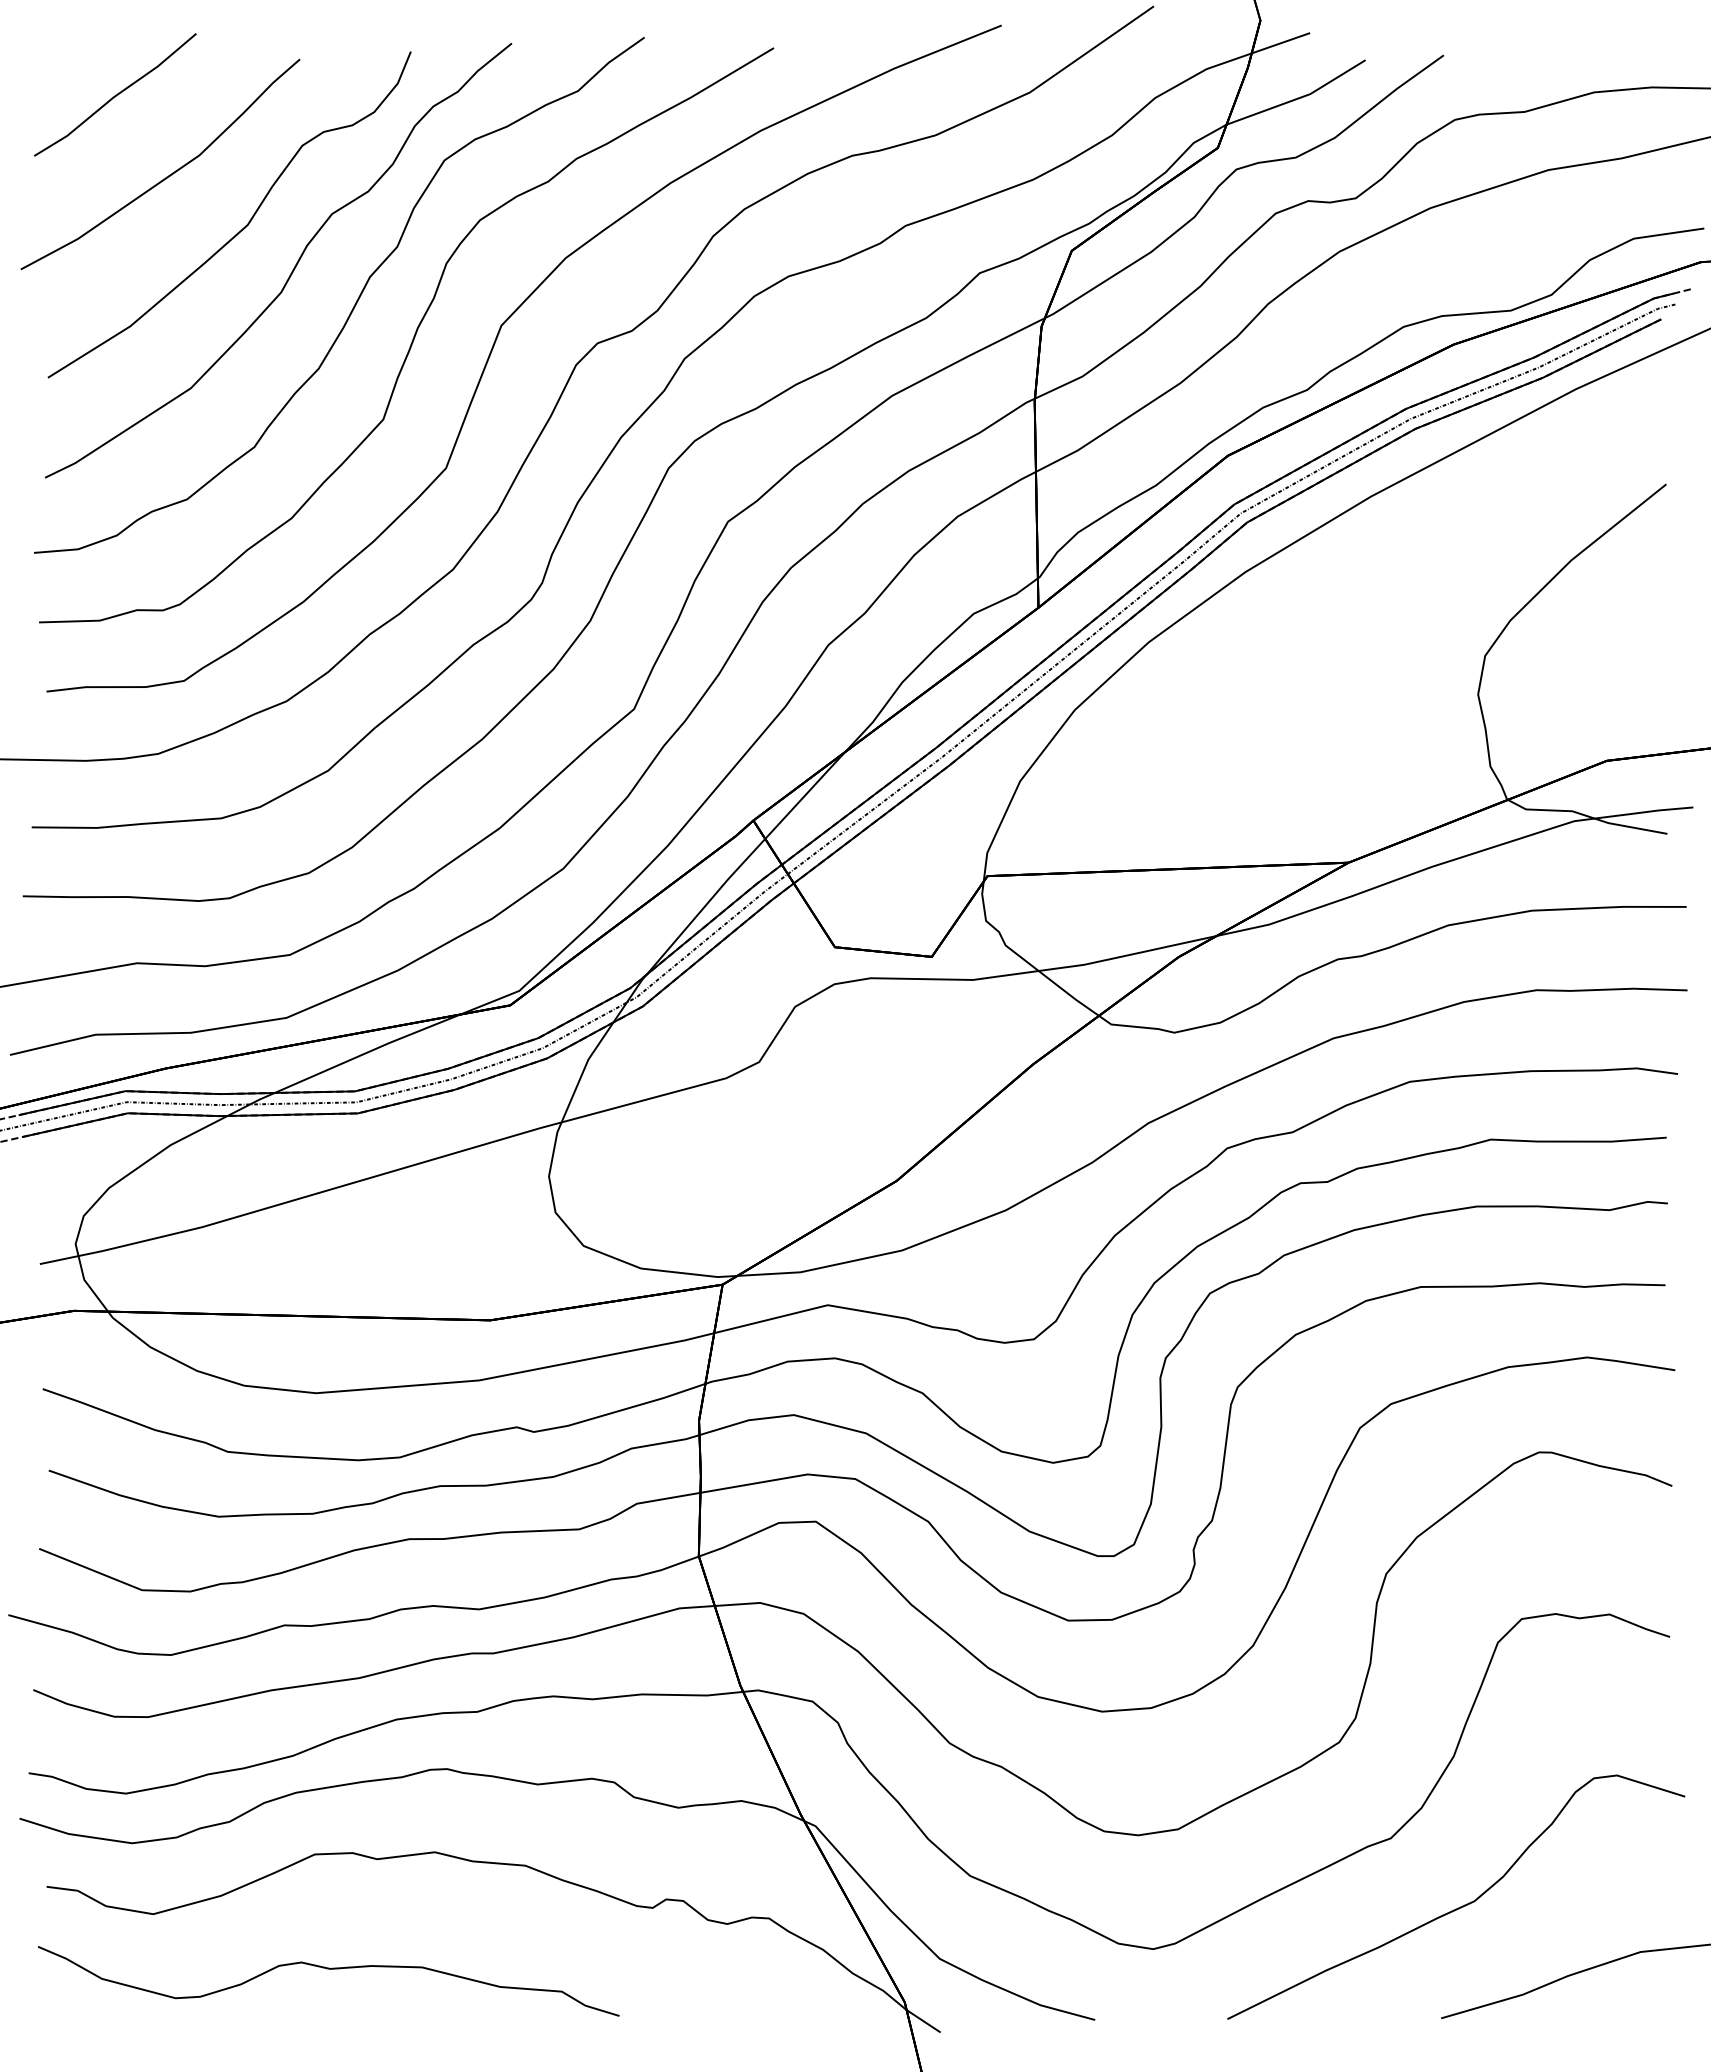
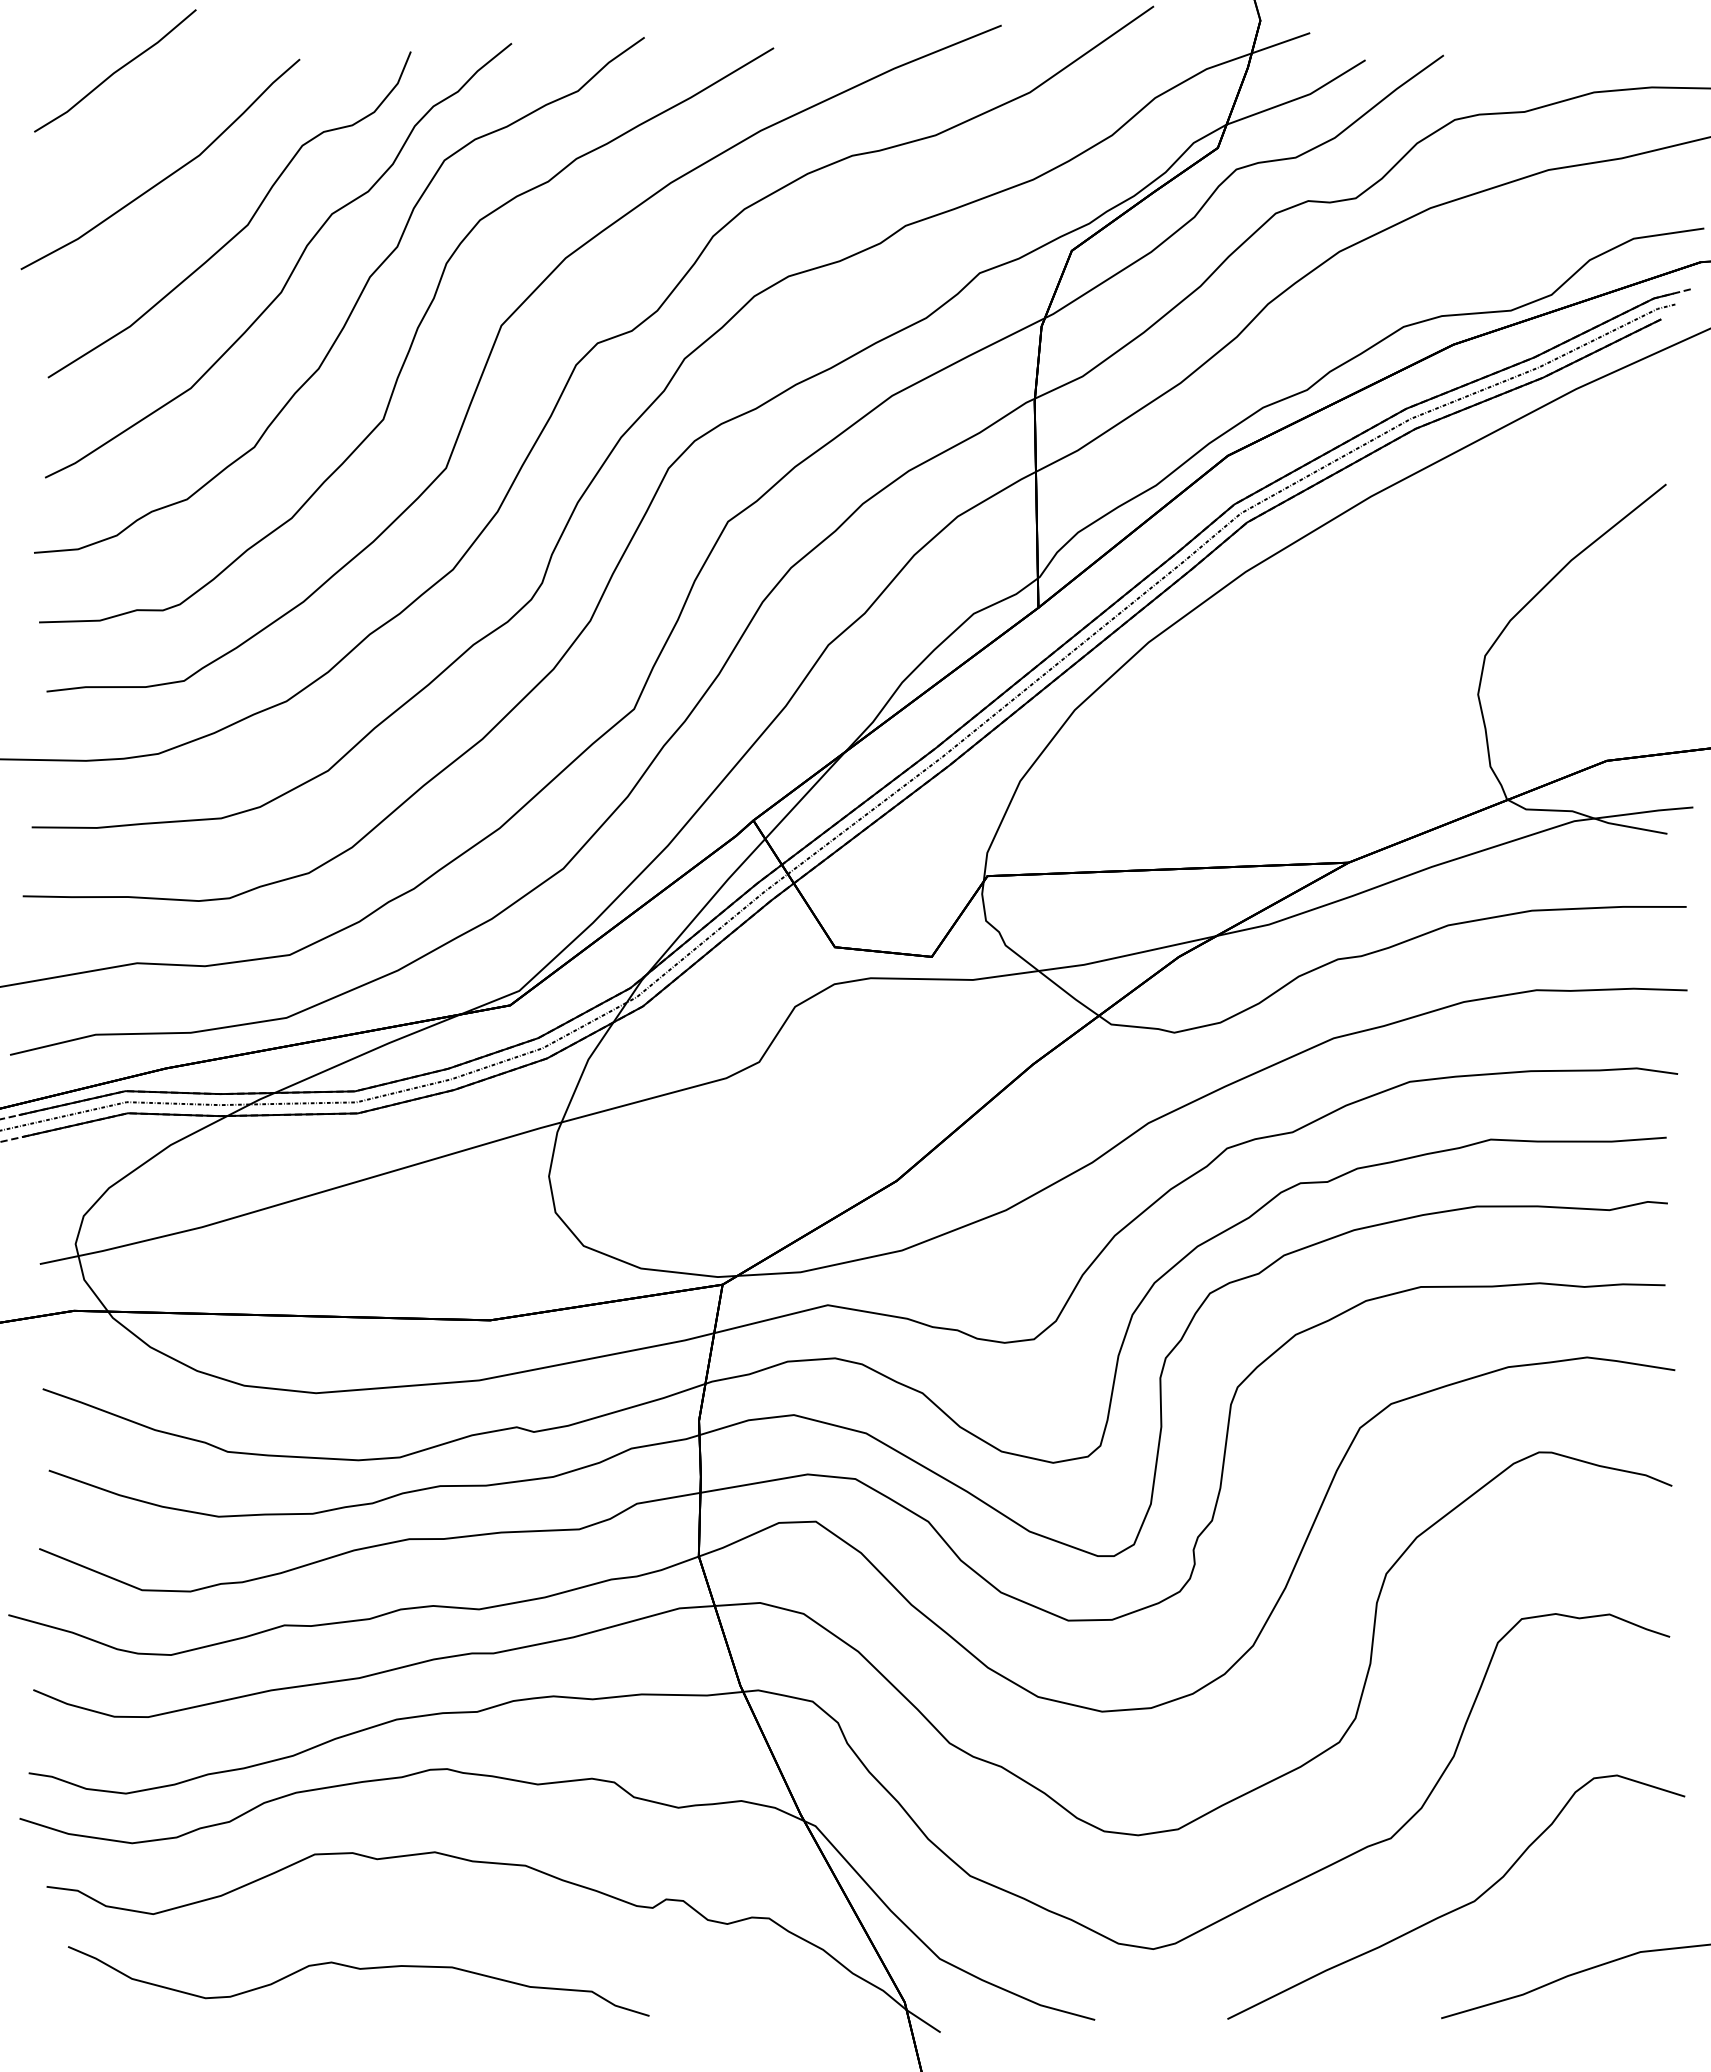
line at (116, 94) position: (116, 94) -> (116, 70)
curve at (328, 1969) position: (328, 1969) -> (358, 1969)
